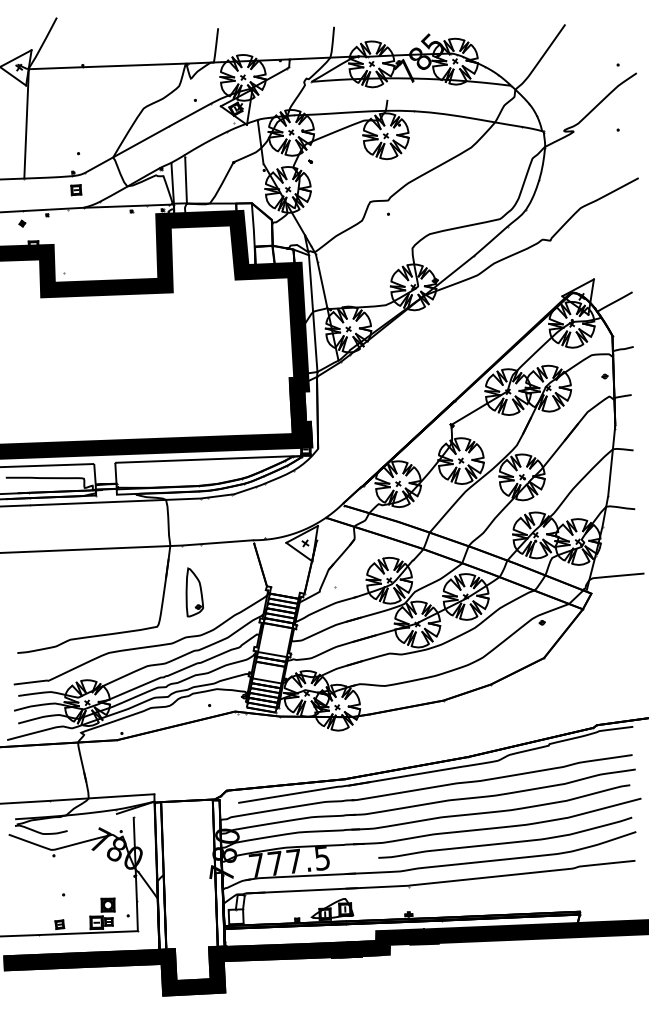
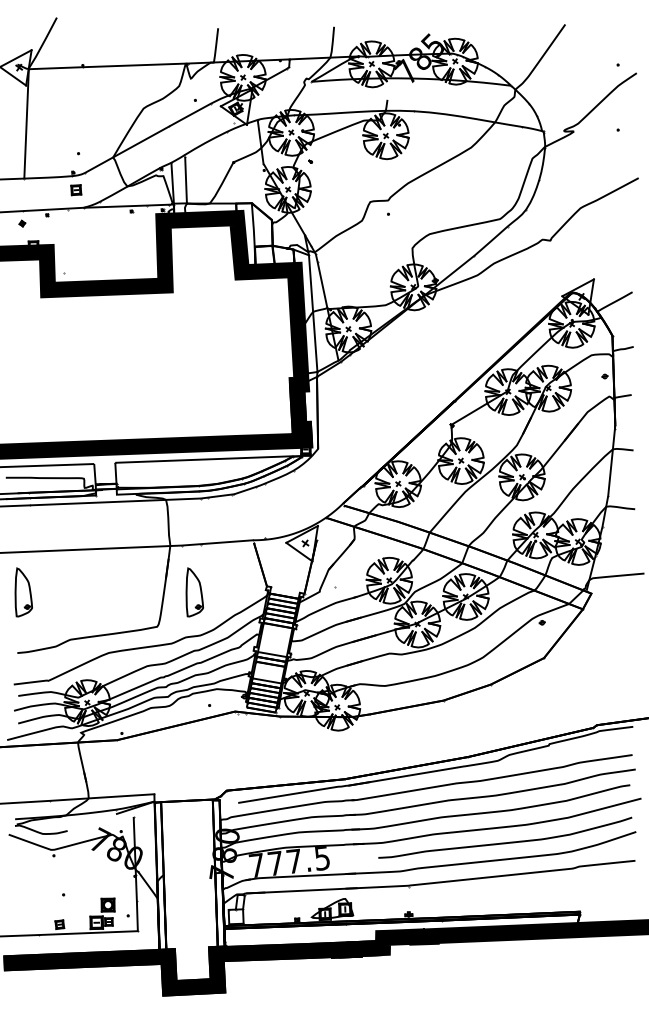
part at (23, 592): none -> present
